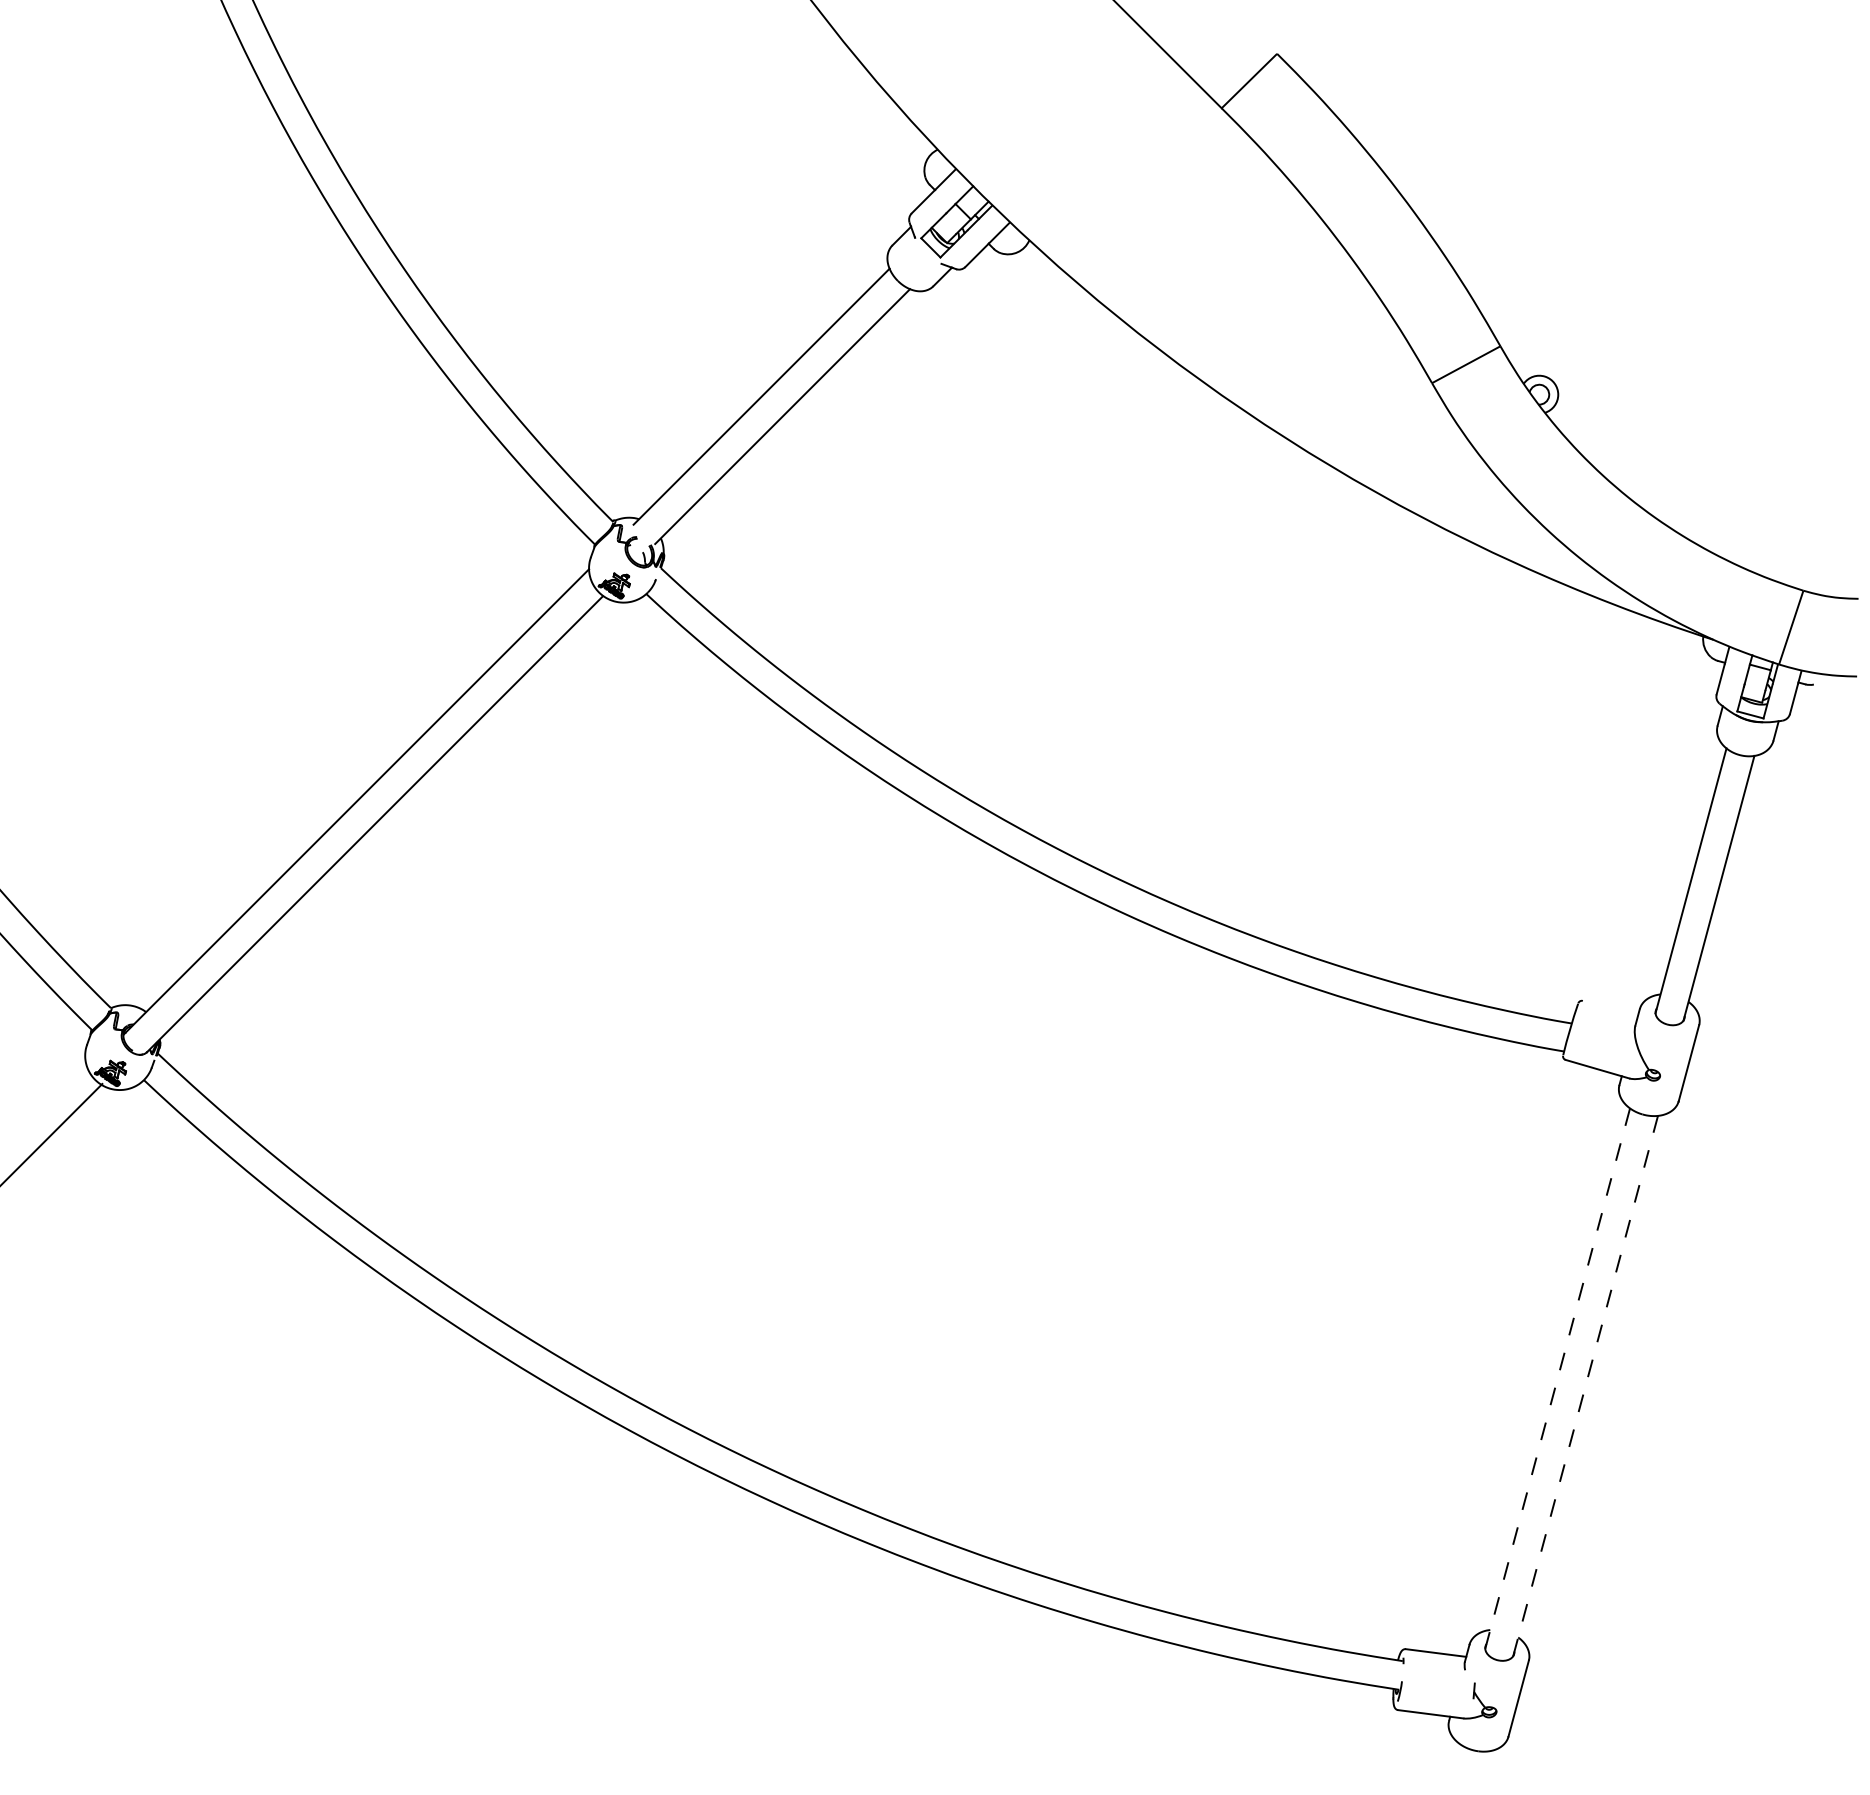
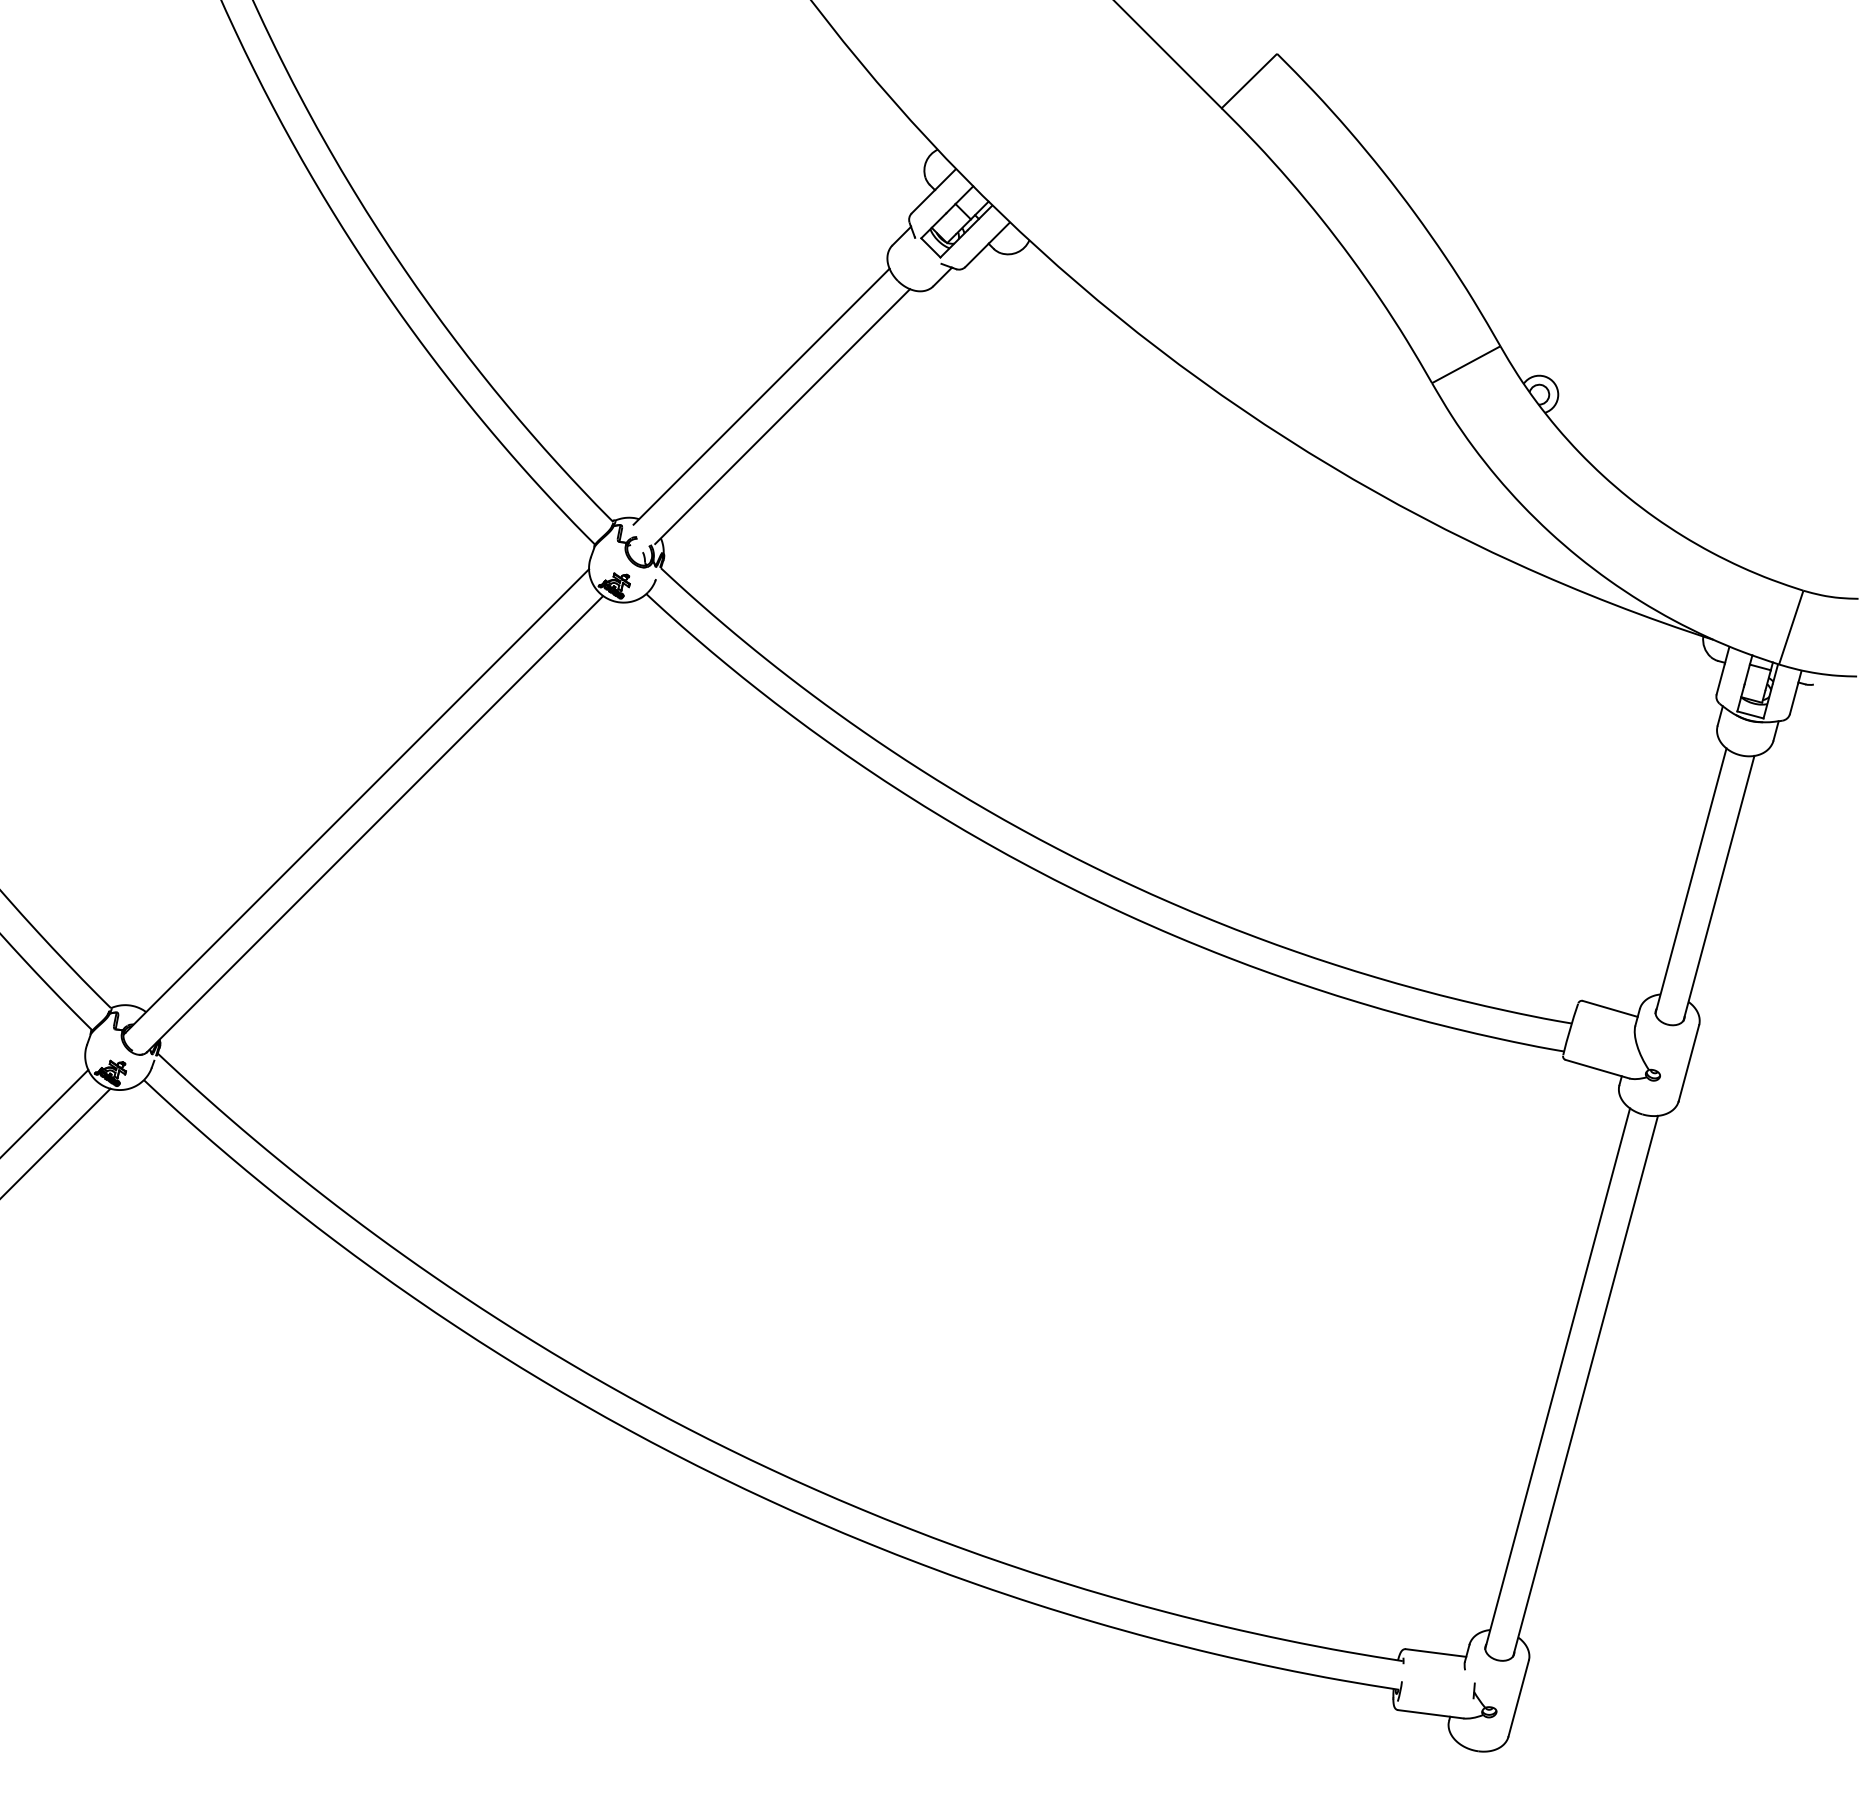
line at (1609, 1008): none -> present
line at (52, 1133) position: (52, 1133) -> (45, 1112)
line at (56, 1142): none -> present
line at (1557, 1378): dashed -> solid
line at (1585, 1386): dashed -> solid
